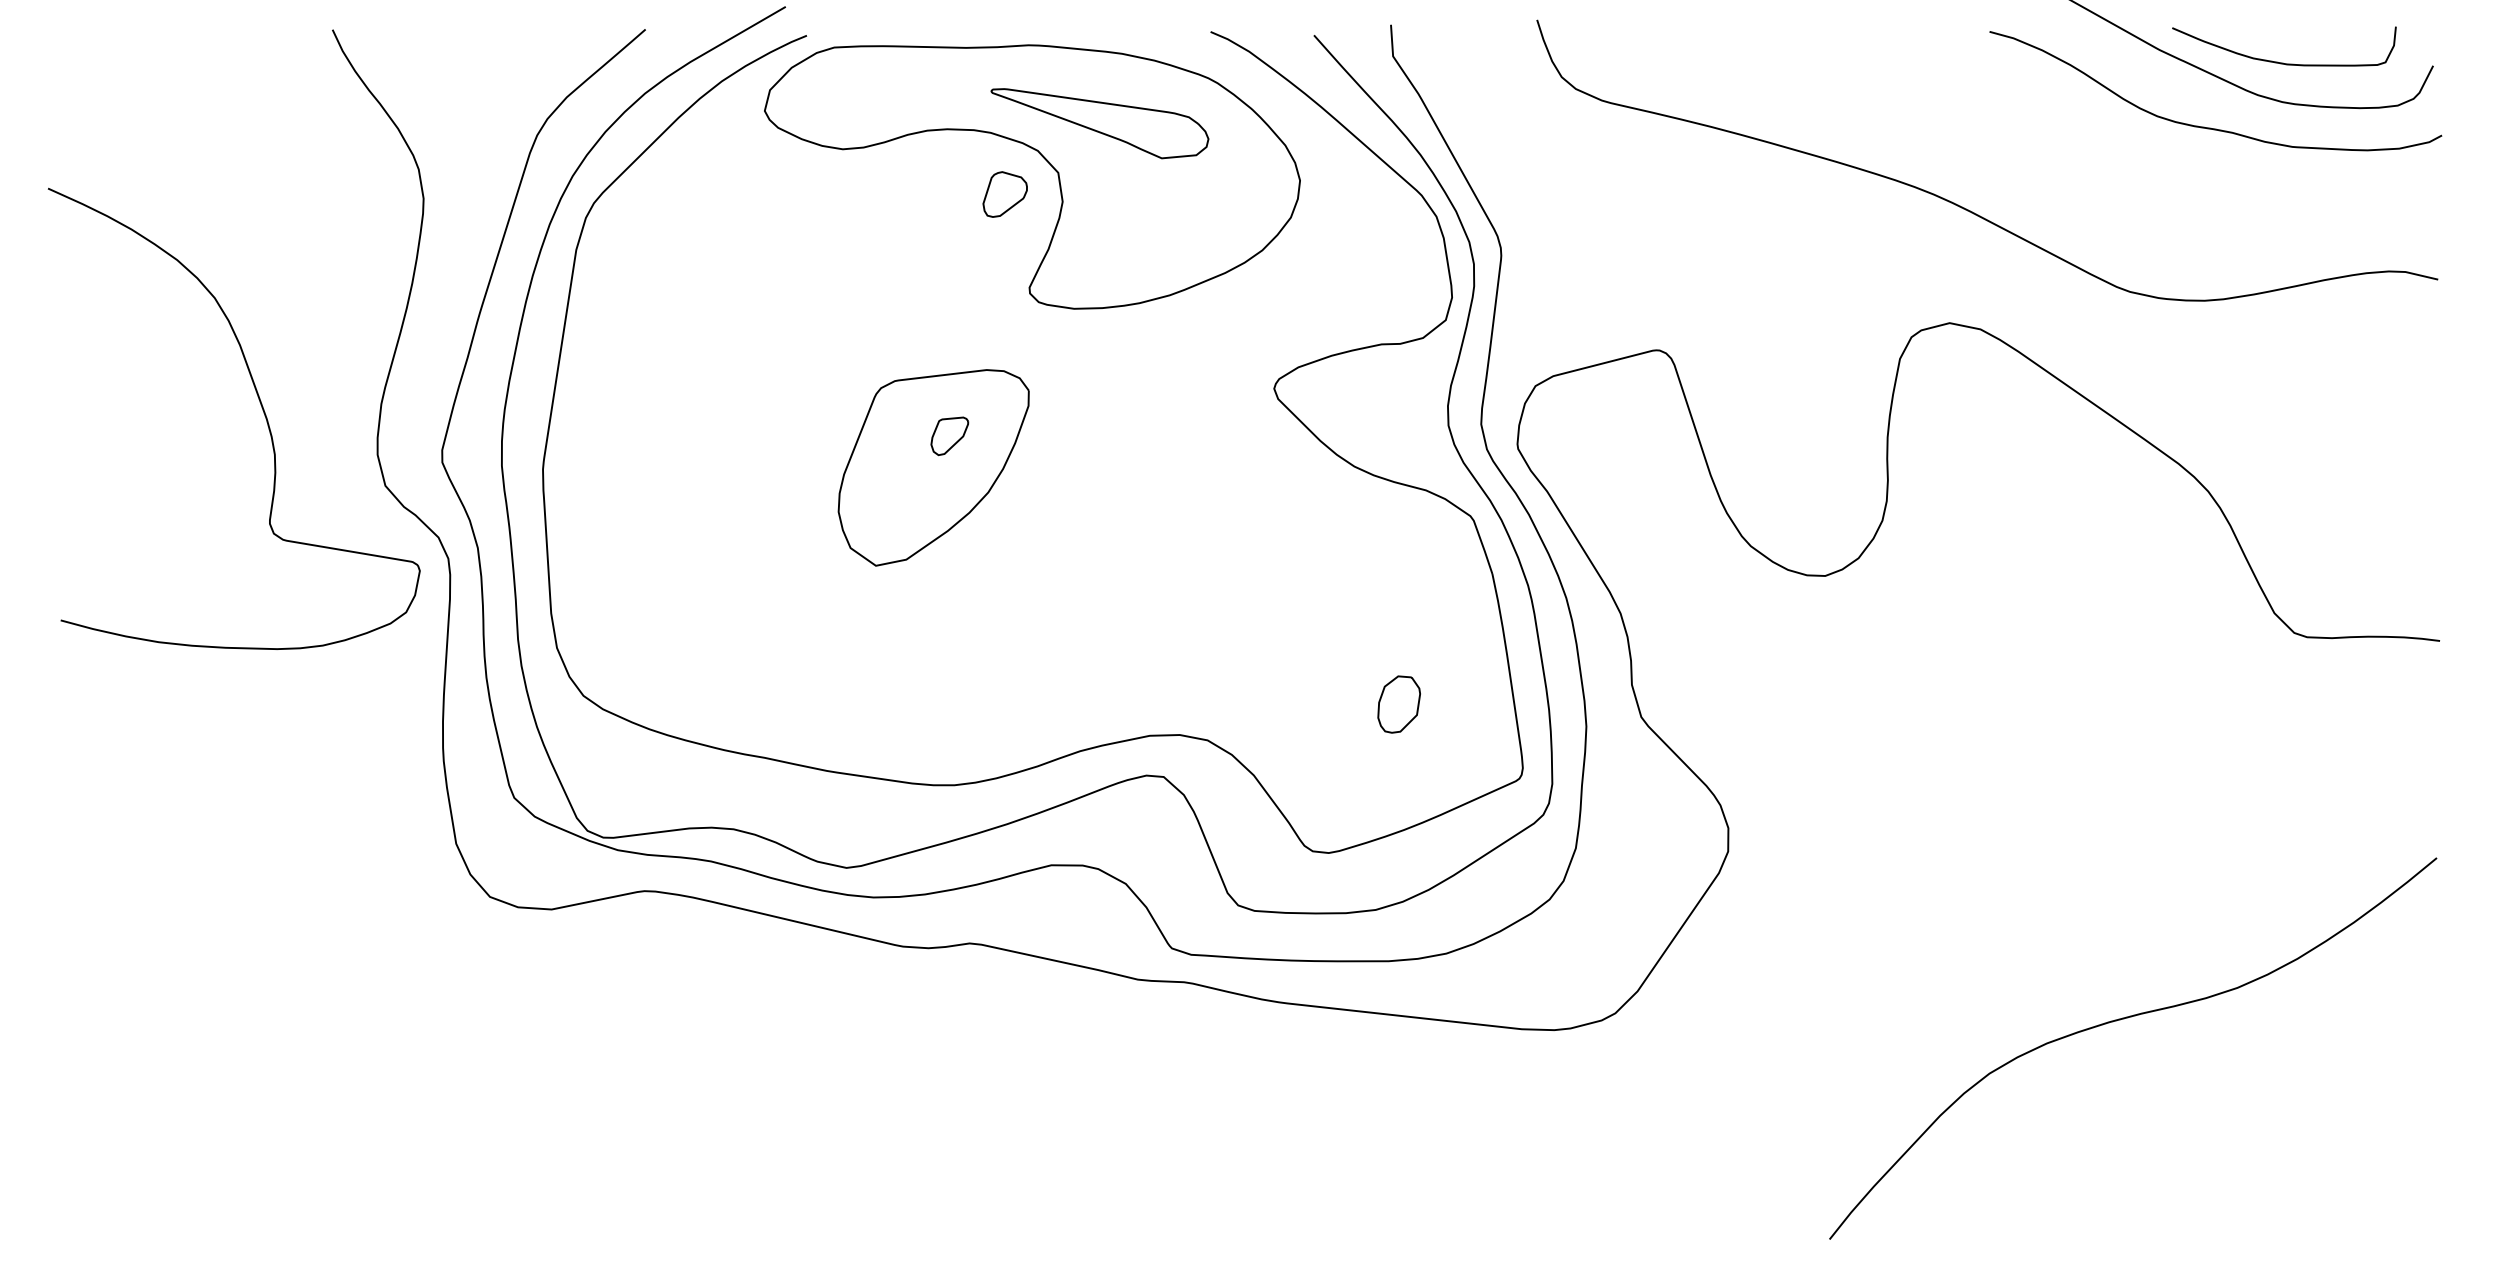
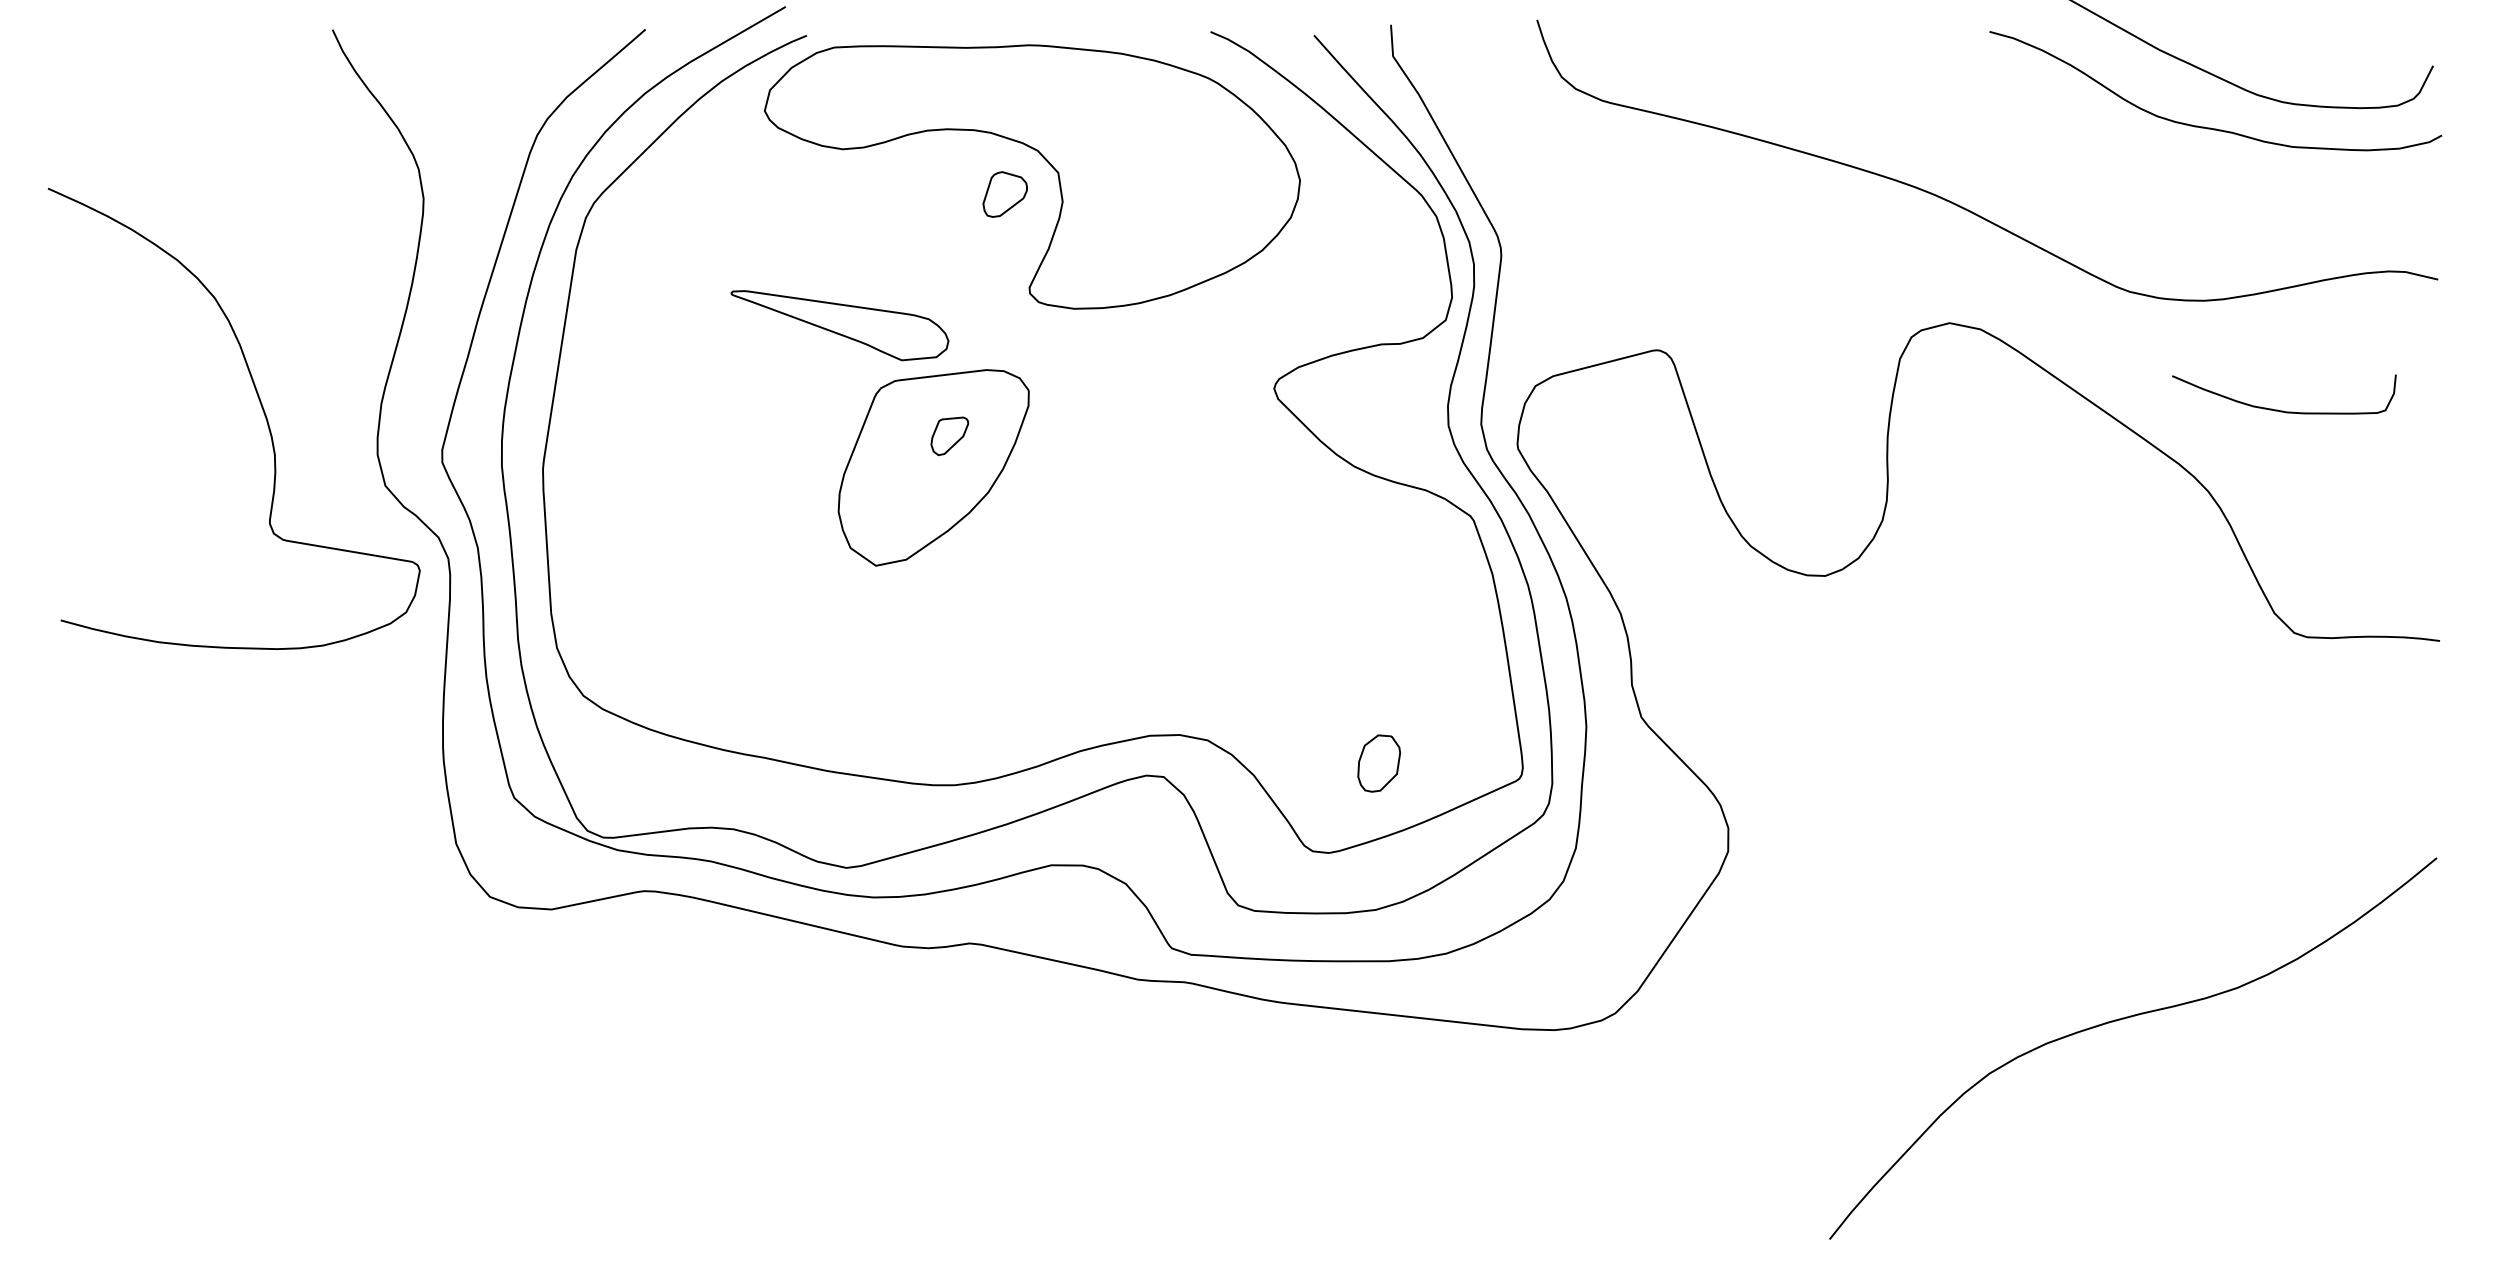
curve at (2283, 62) position: (2283, 62) -> (2283, 410)
part at (1099, 123) position: (1099, 123) -> (839, 325)
part at (1398, 704) position: (1398, 704) -> (1378, 763)
